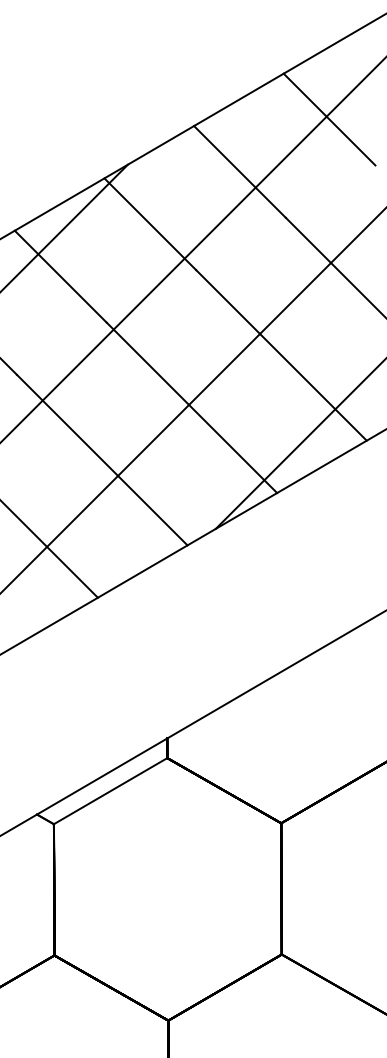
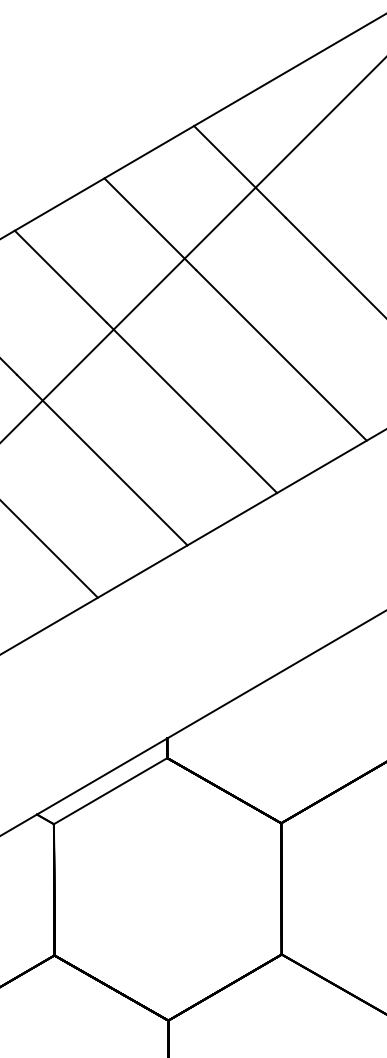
line at (329, 119): present -> none
line at (65, 227): present -> none
line at (192, 401): present -> none
line at (299, 444): present -> none
